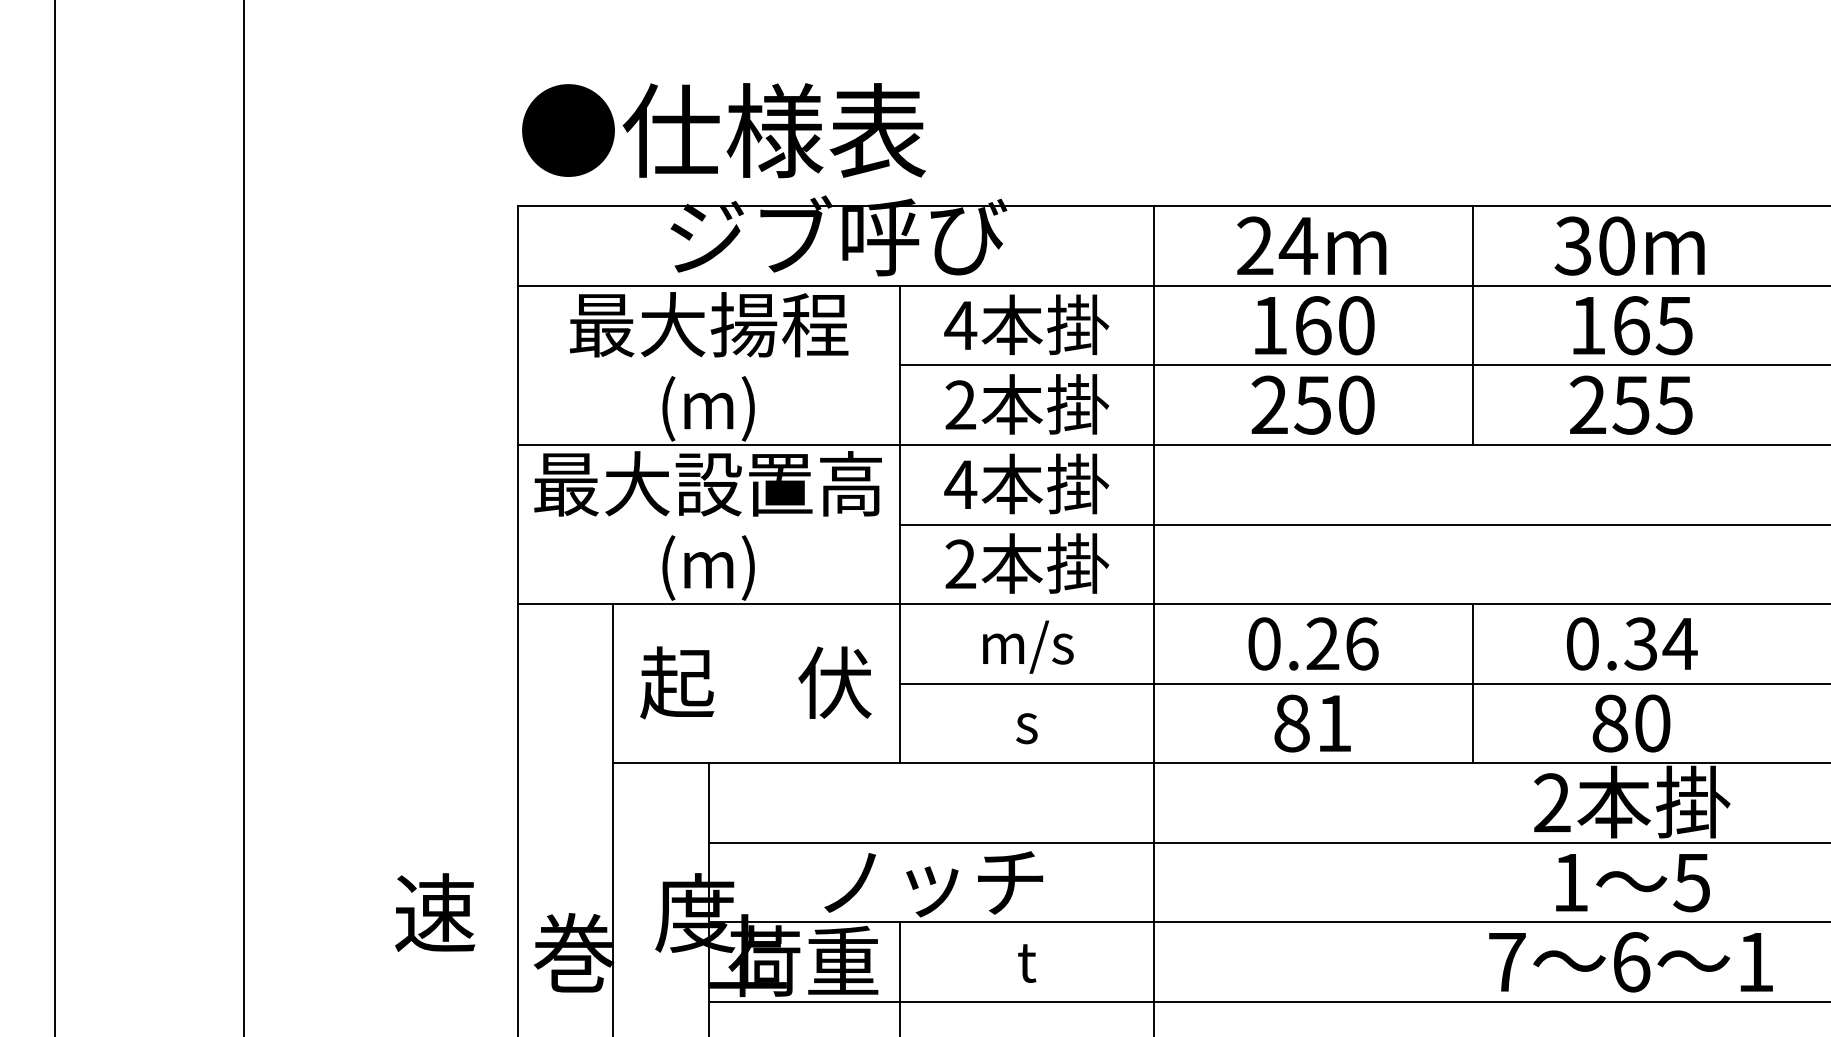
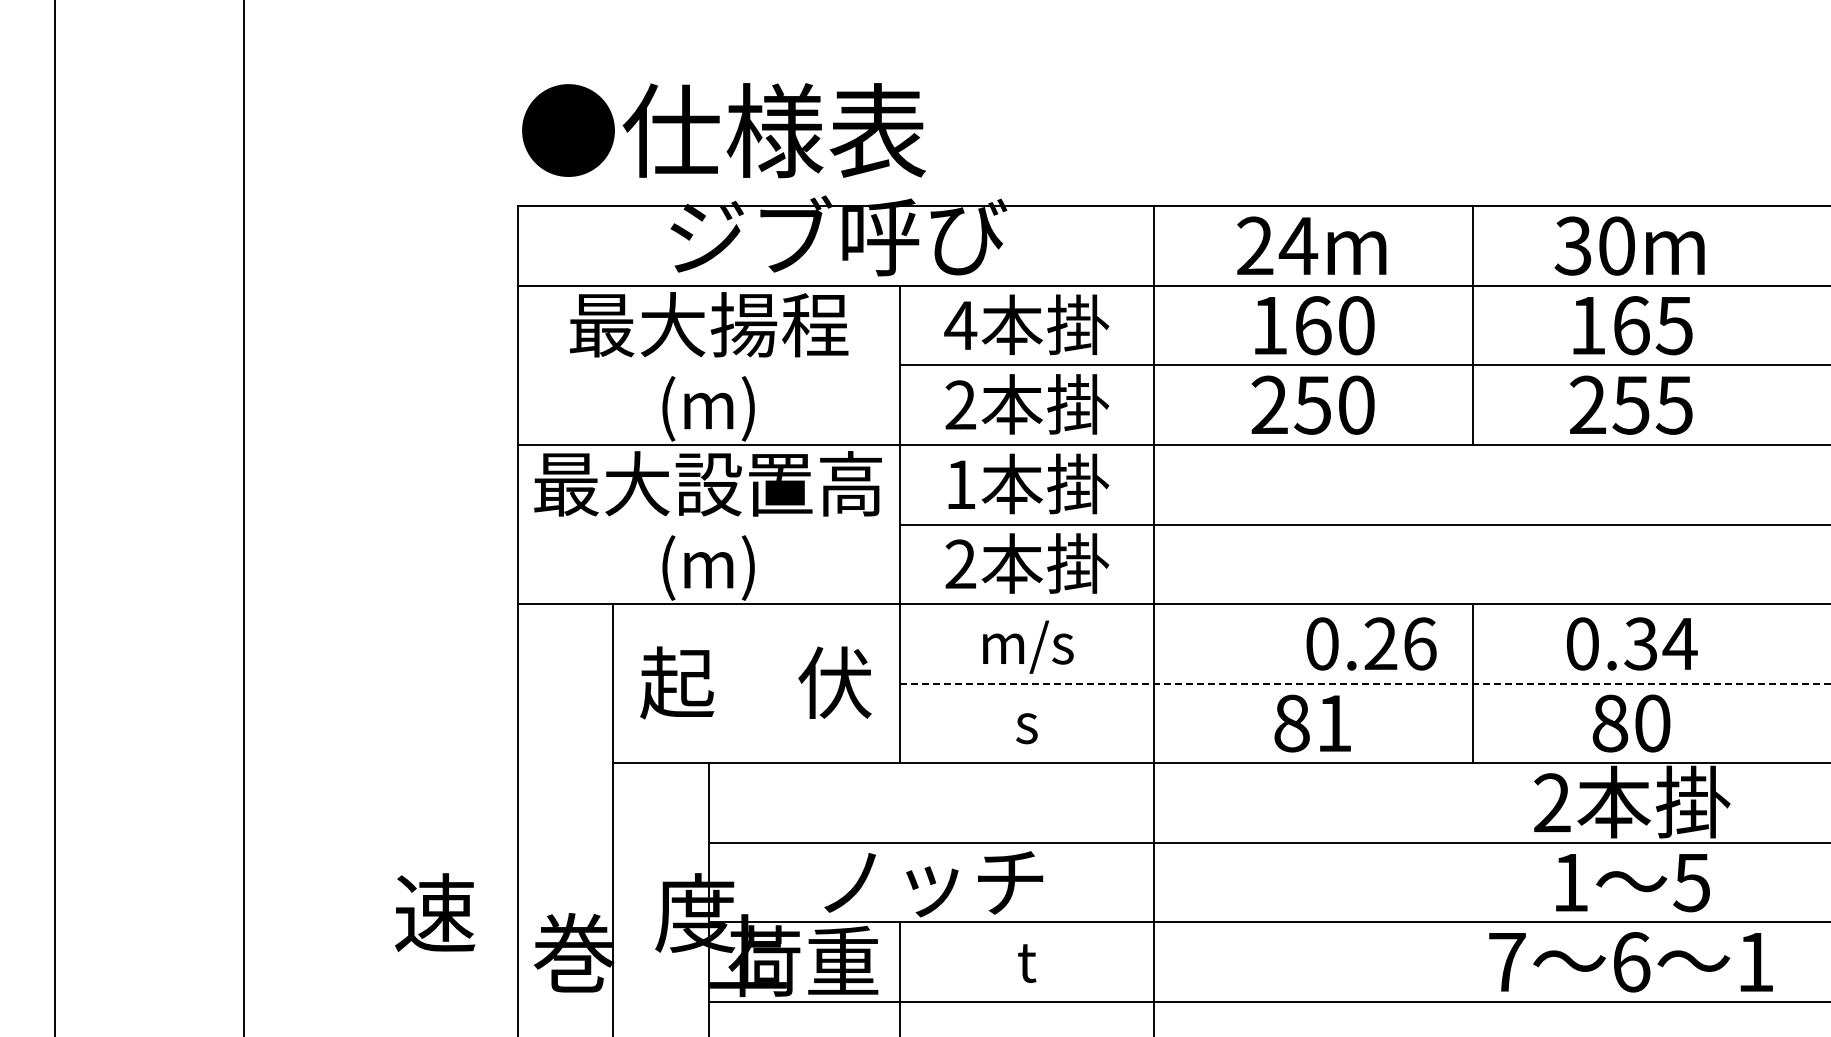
text at (960, 484): 4 -> 1
text at (1313, 643) position: (1313, 643) -> (1371, 643)
line at (1365, 683): solid -> dashed
